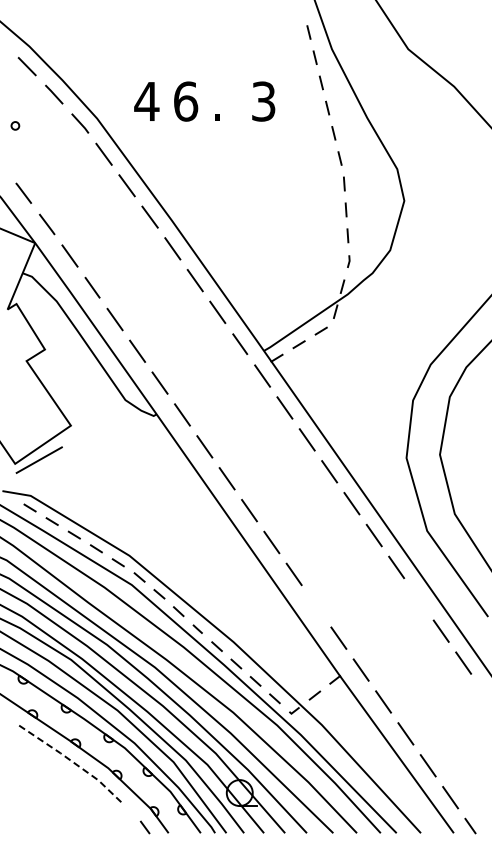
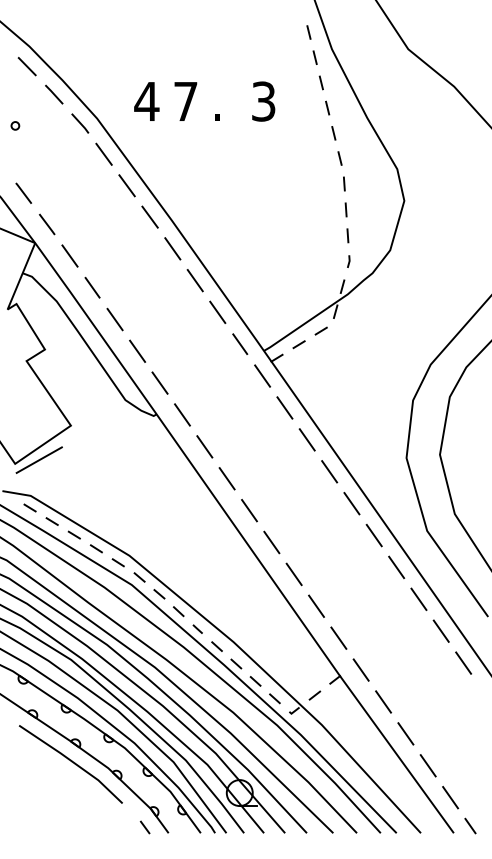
text at (186, 101): 6 -> 7
line at (418, 598): none -> present
line at (316, 605): none -> present
line at (73, 762): dashed -> solid
